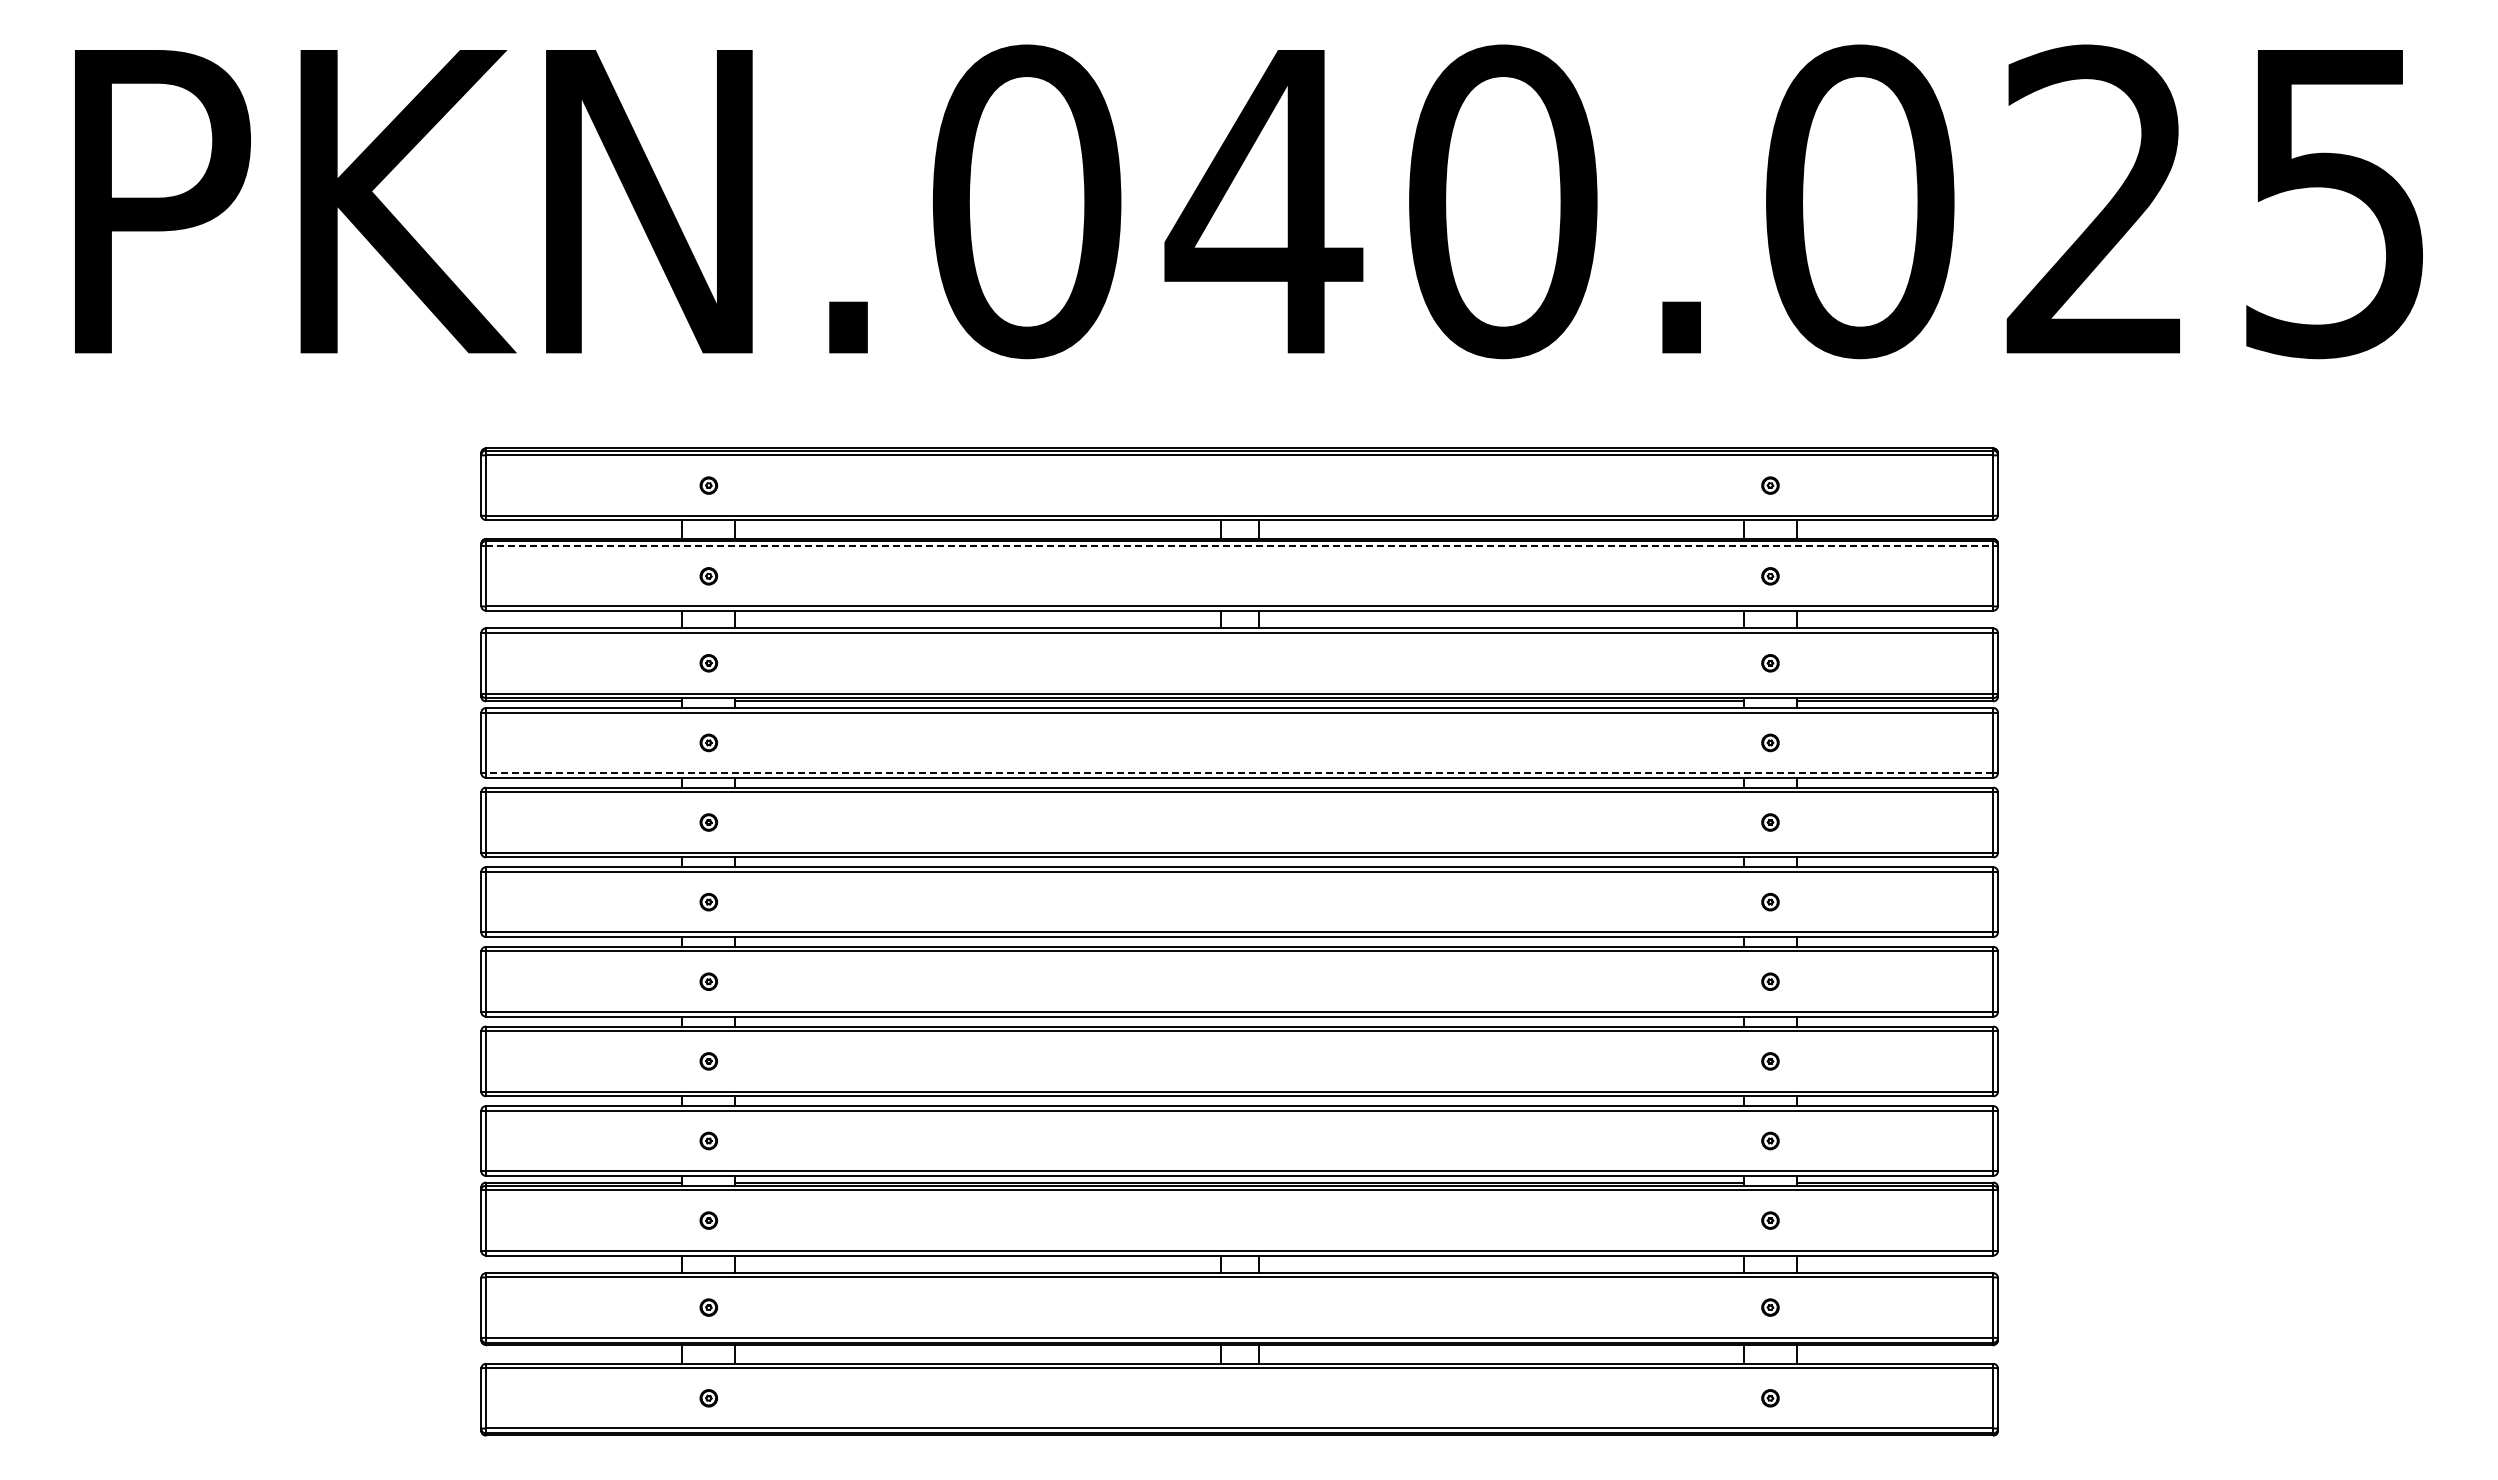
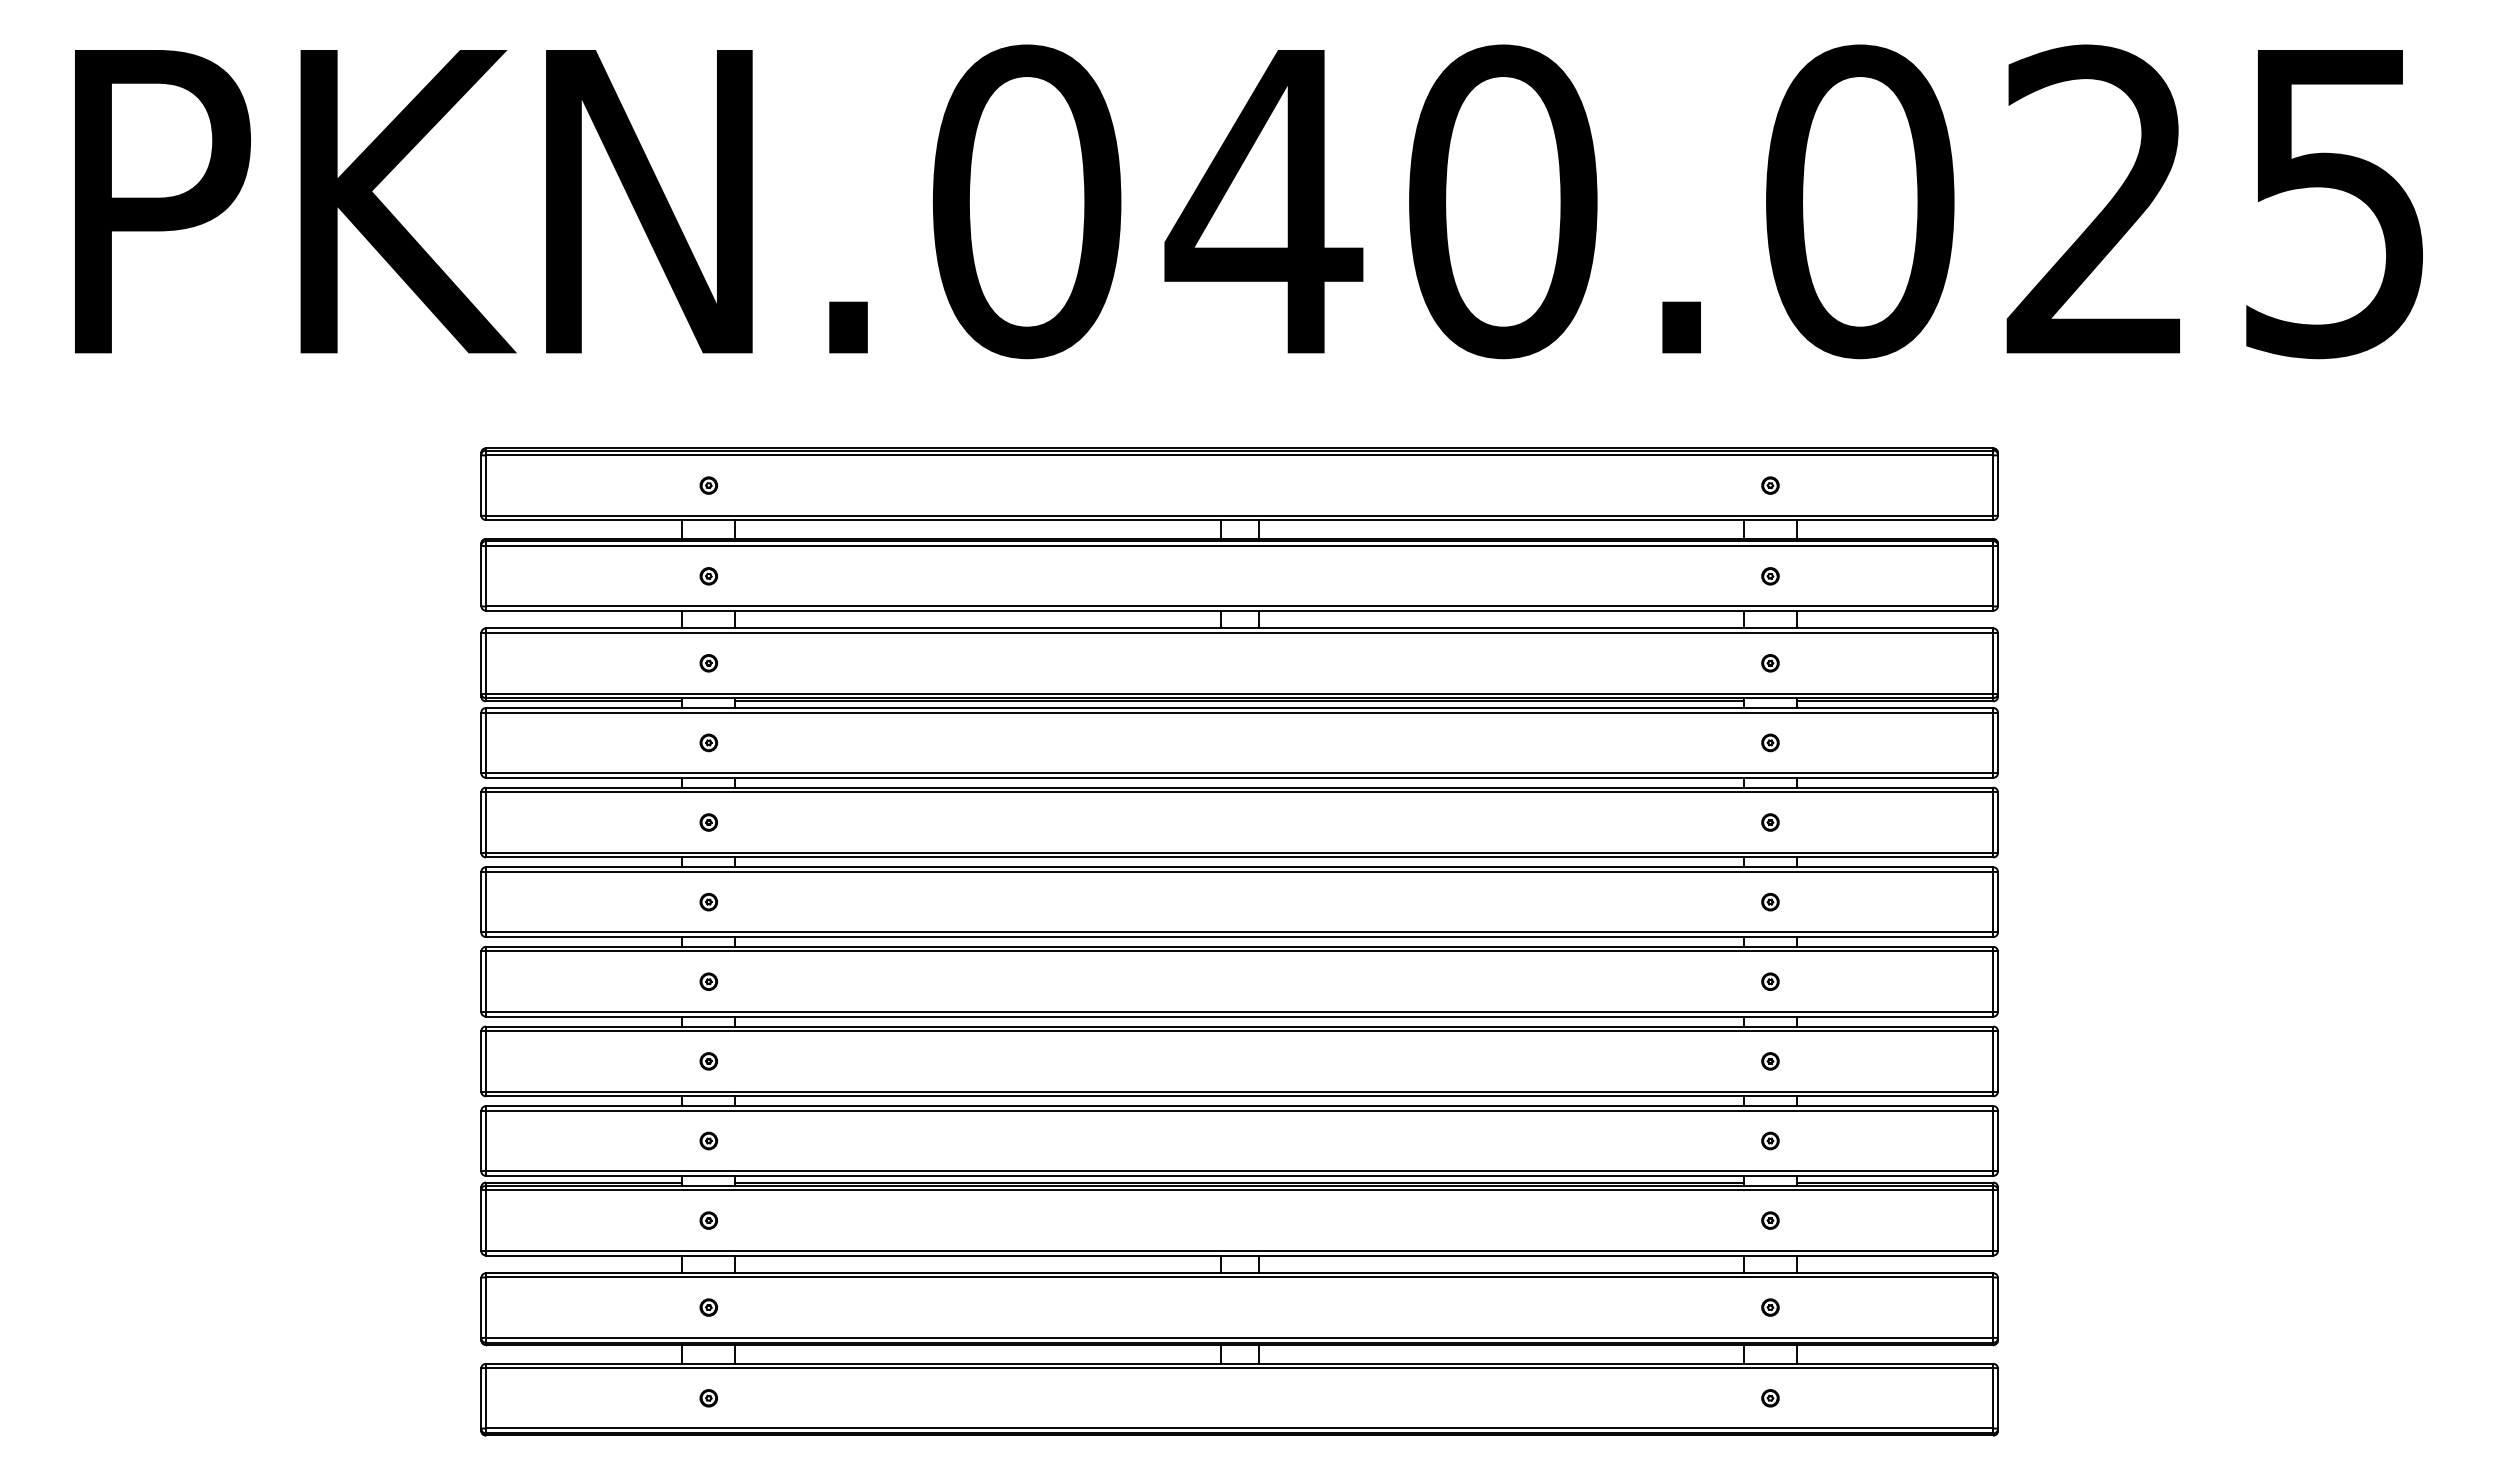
line at (1239, 546): dashed -> solid
line at (1239, 773): dashed -> solid
